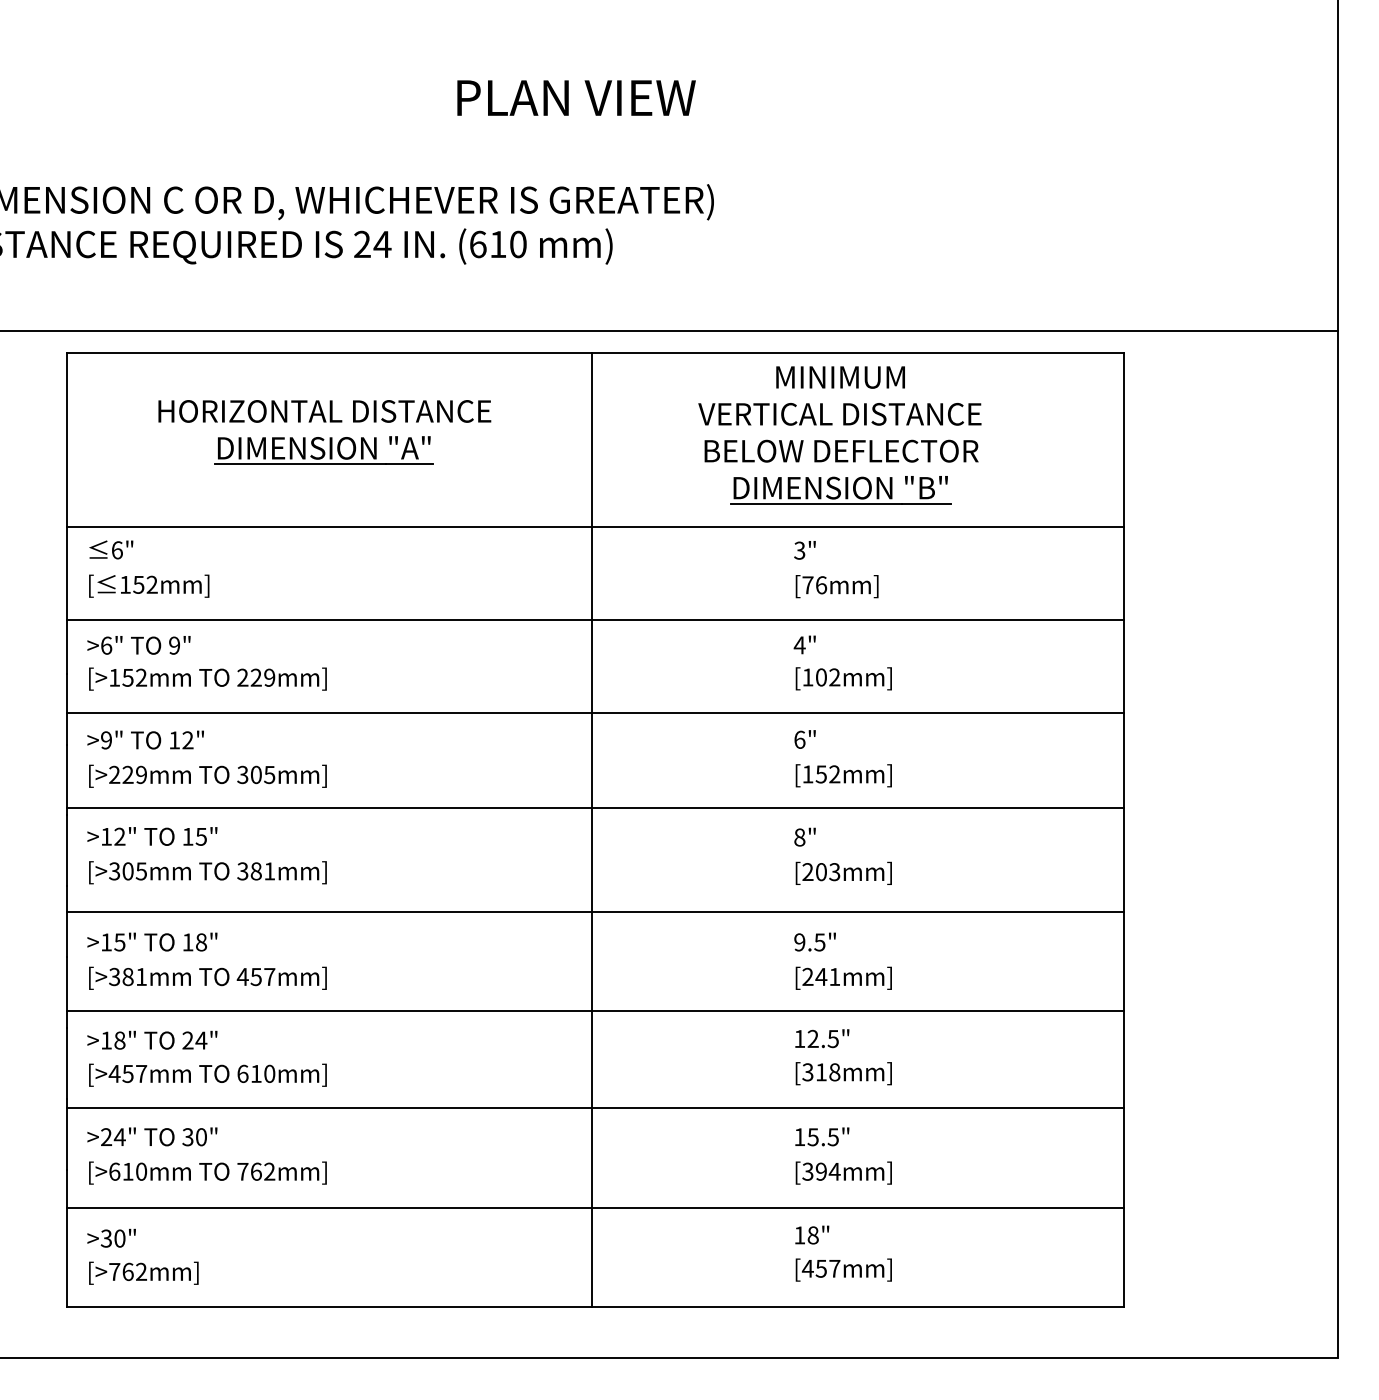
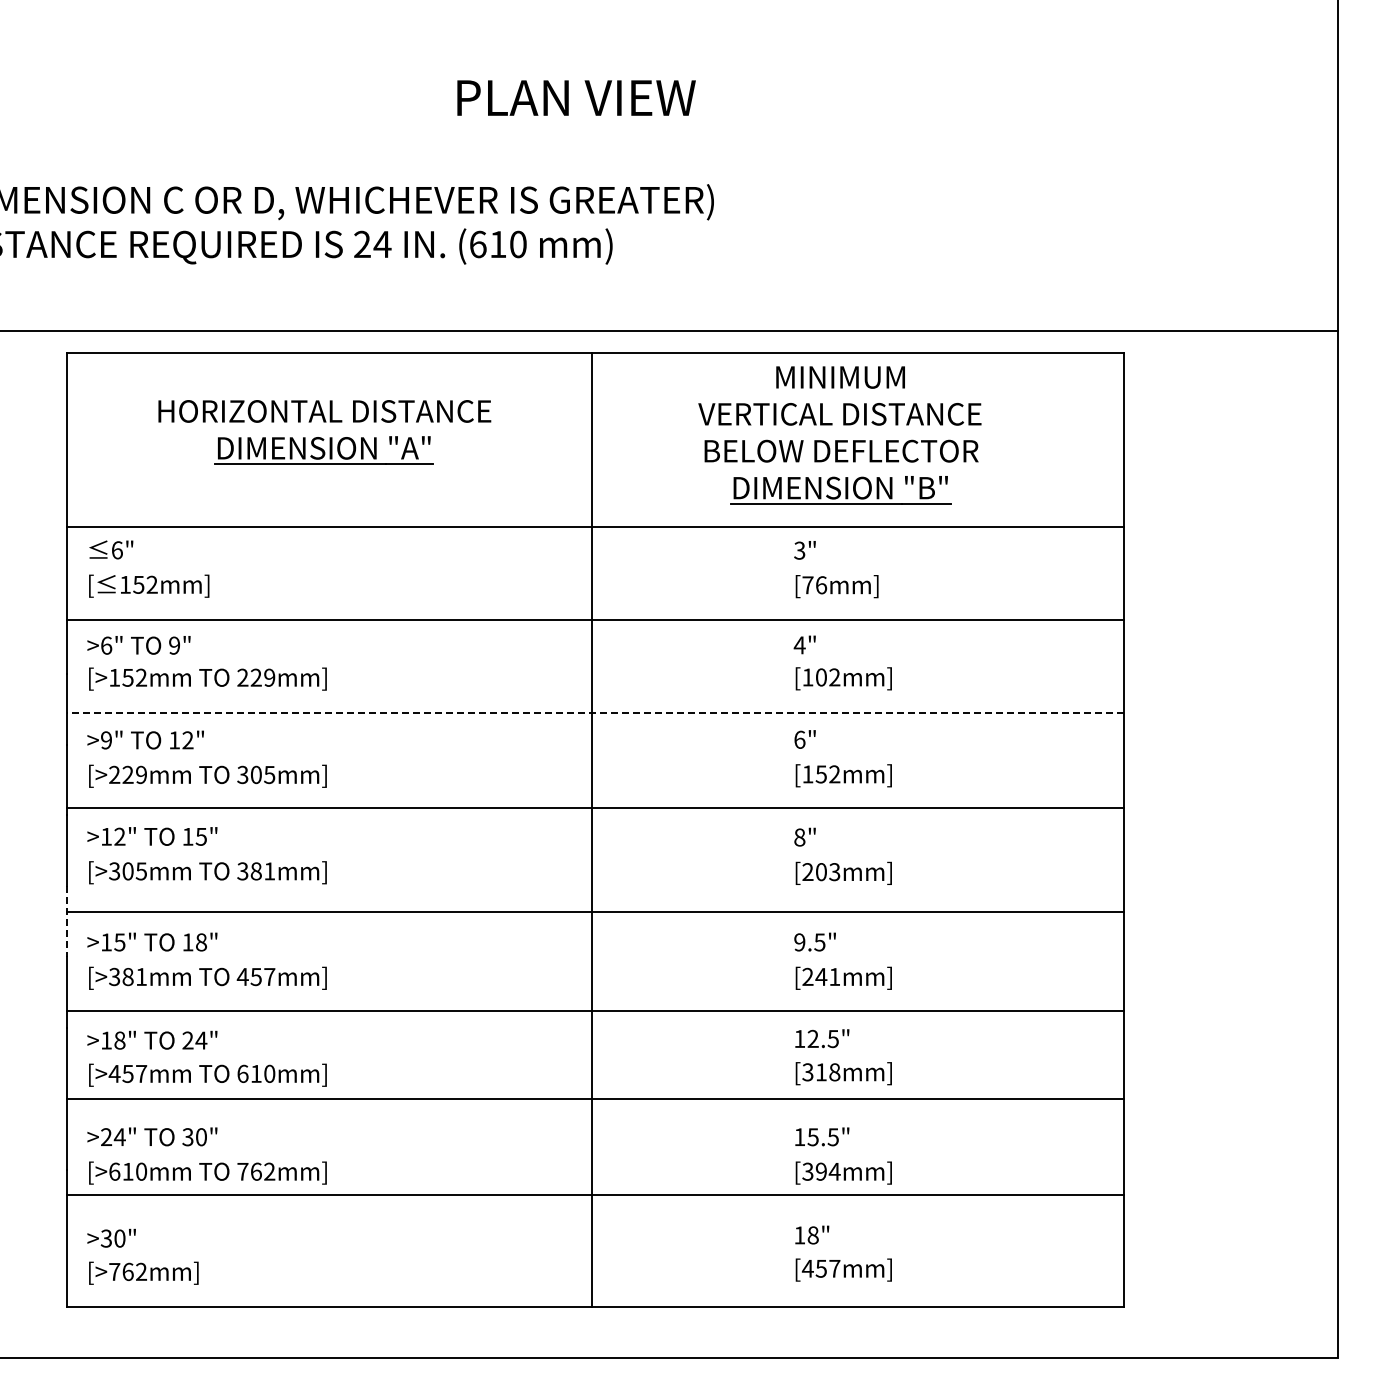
line at (595, 713): solid -> dashed
line at (66, 922): solid -> dashed
line at (594, 1107) position: (594, 1107) -> (594, 1098)
line at (594, 1208) position: (594, 1208) -> (594, 1195)
